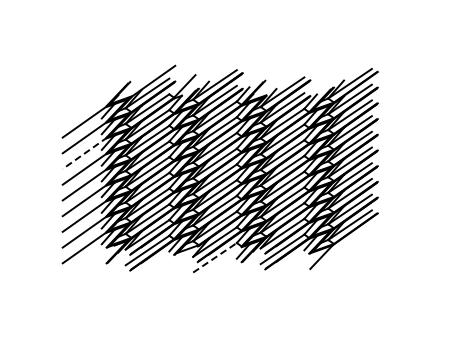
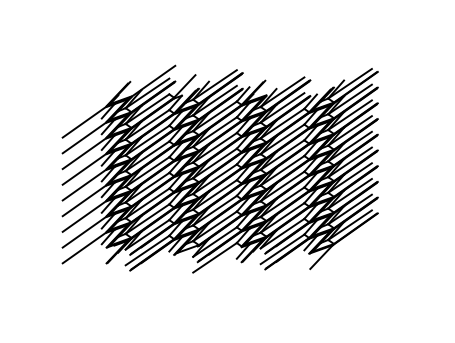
line at (85, 153): dashed -> solid
line at (215, 257): dashed -> solid
